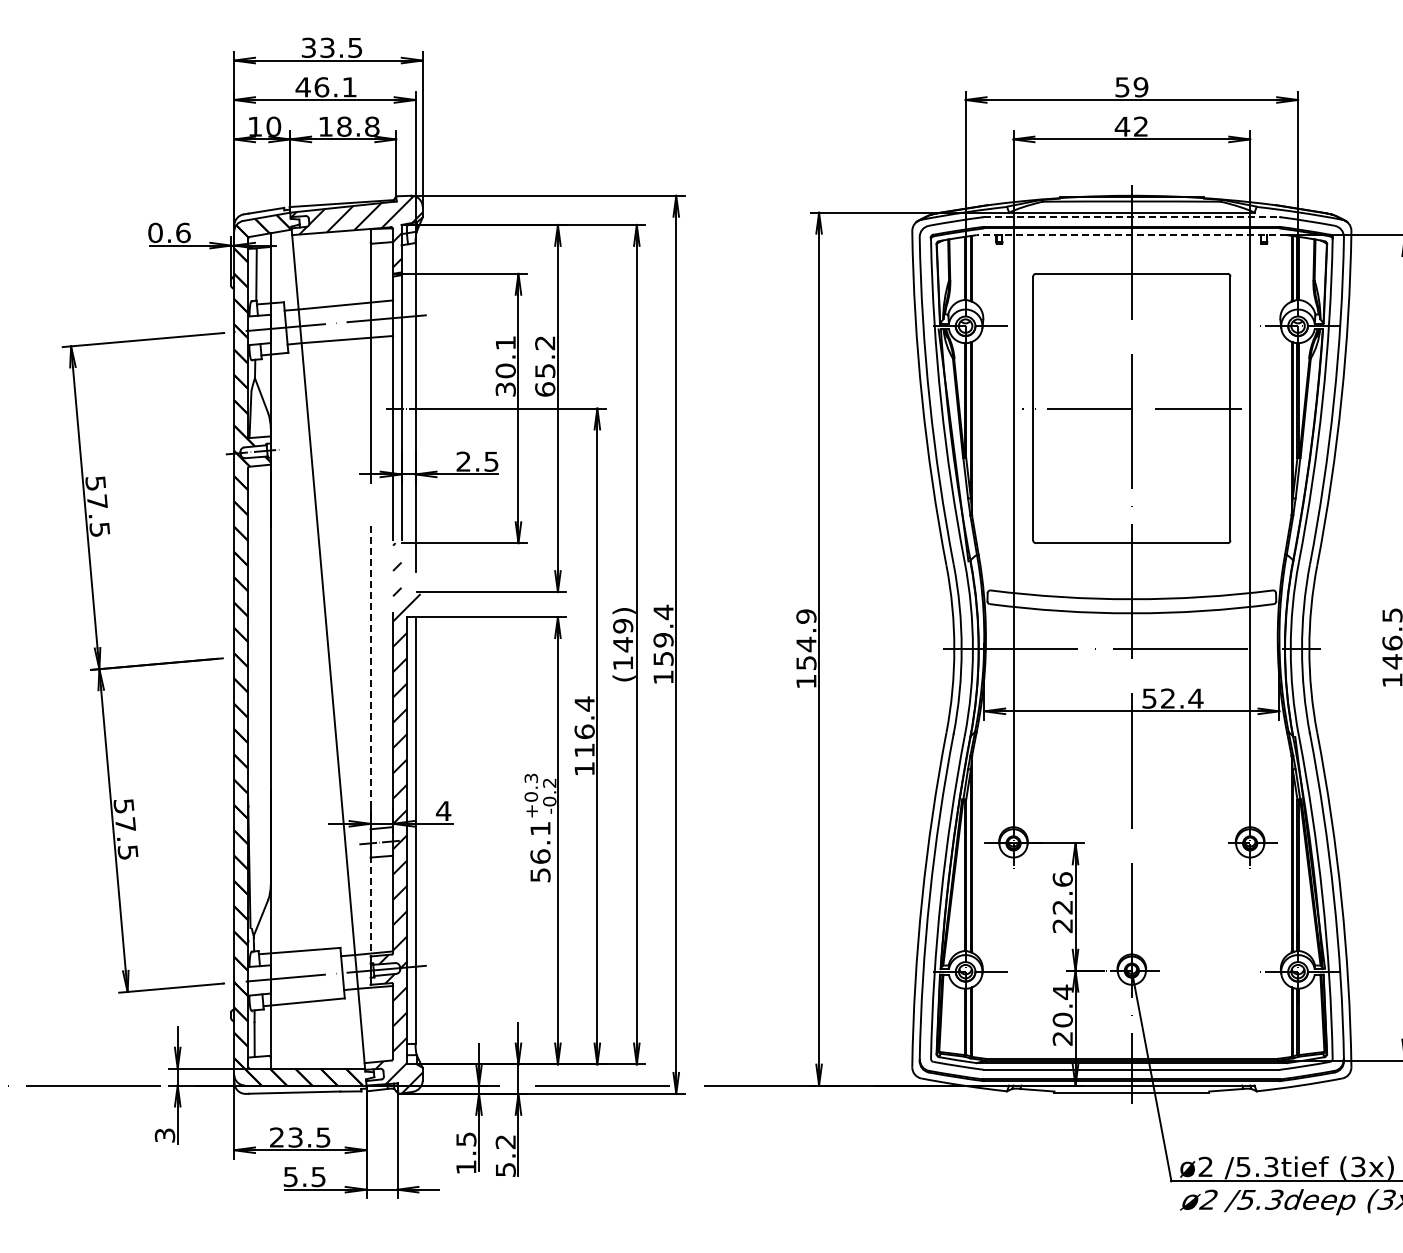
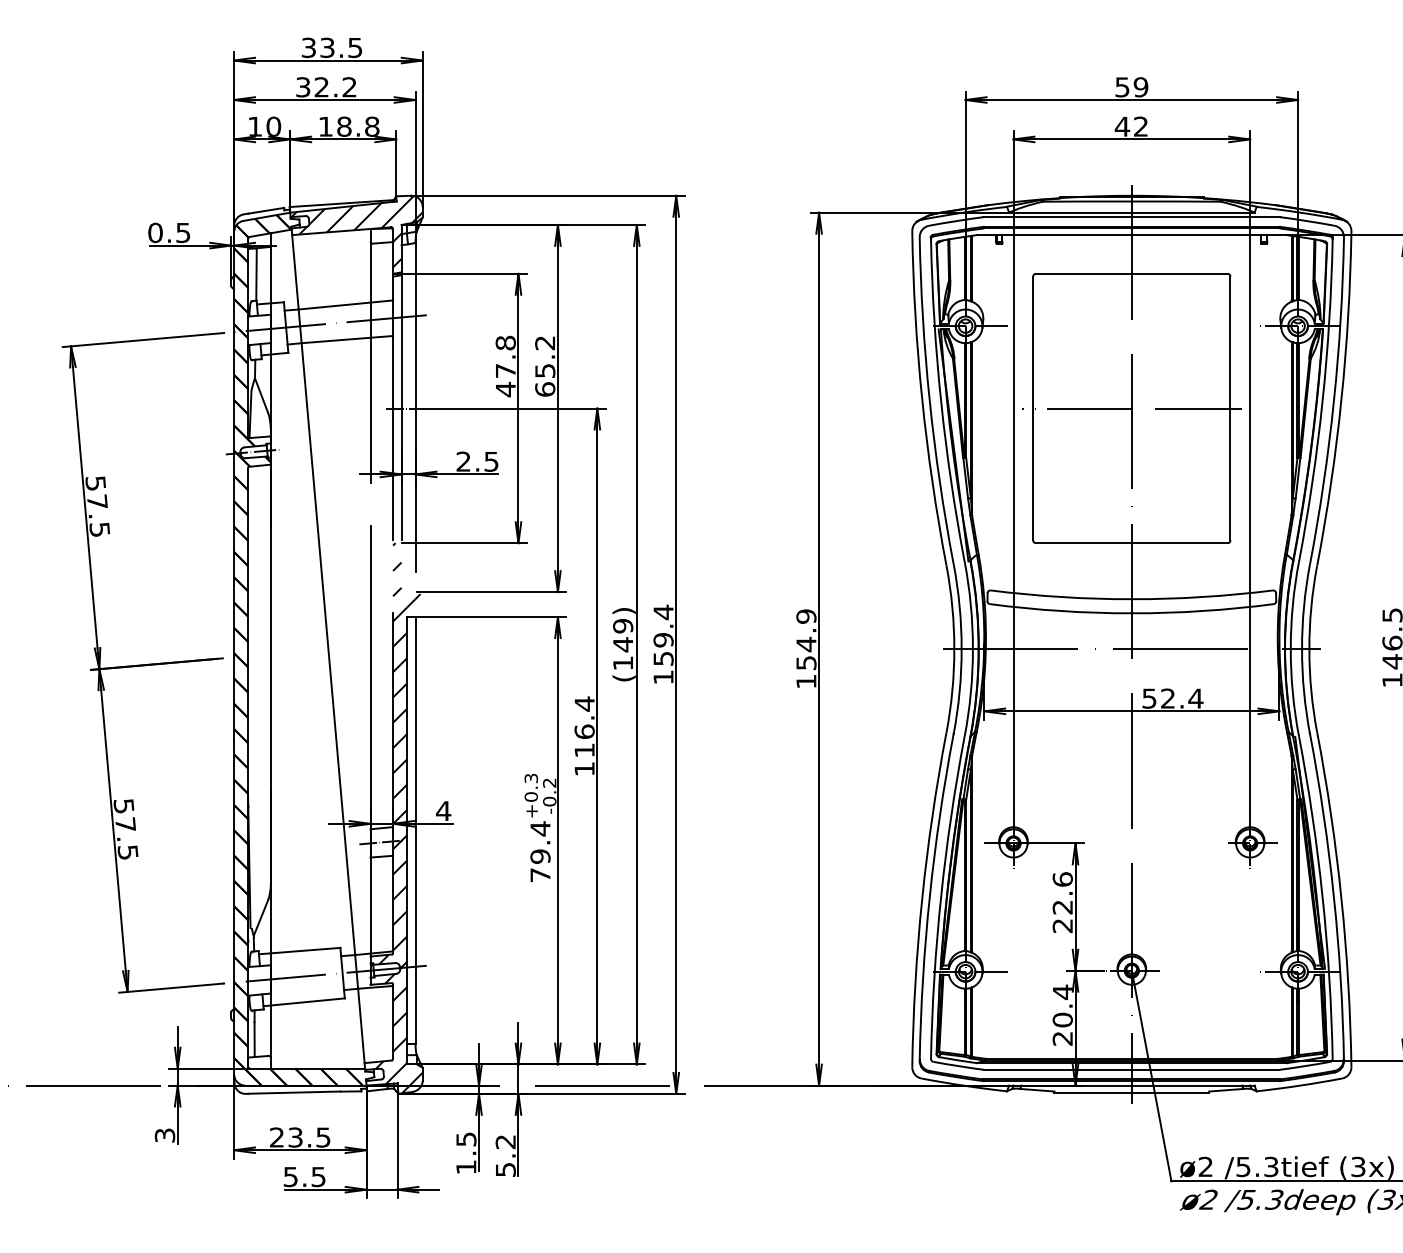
text at (325, 87): 46.1 -> 32.2
line at (1132, 217): dashed -> solid
text at (183, 232): 0.6 -> 0.5
line at (1131, 235): dashed -> solid
text at (505, 366): 30.1 -> 47.8
line at (370, 741): dashed -> solid
text at (540, 851): 56.1 -> 79.4
